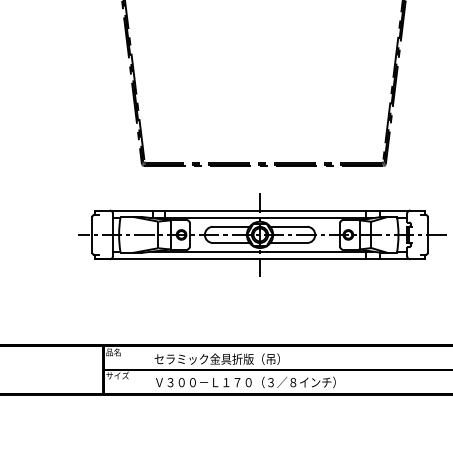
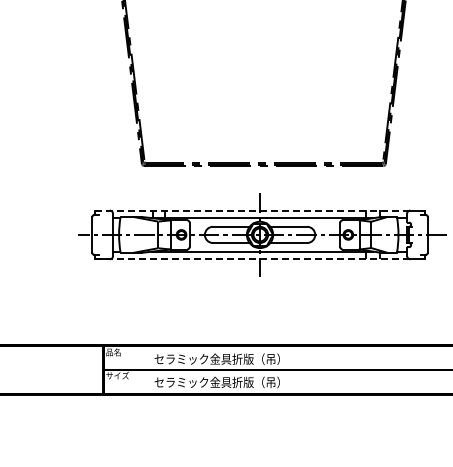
line at (252, 210): solid -> dashed
line at (252, 259): solid -> dashed
text at (244, 382): Ｖ３００－Ｌ１７０（３／８インチ） -> セラミック金具折版（吊）
